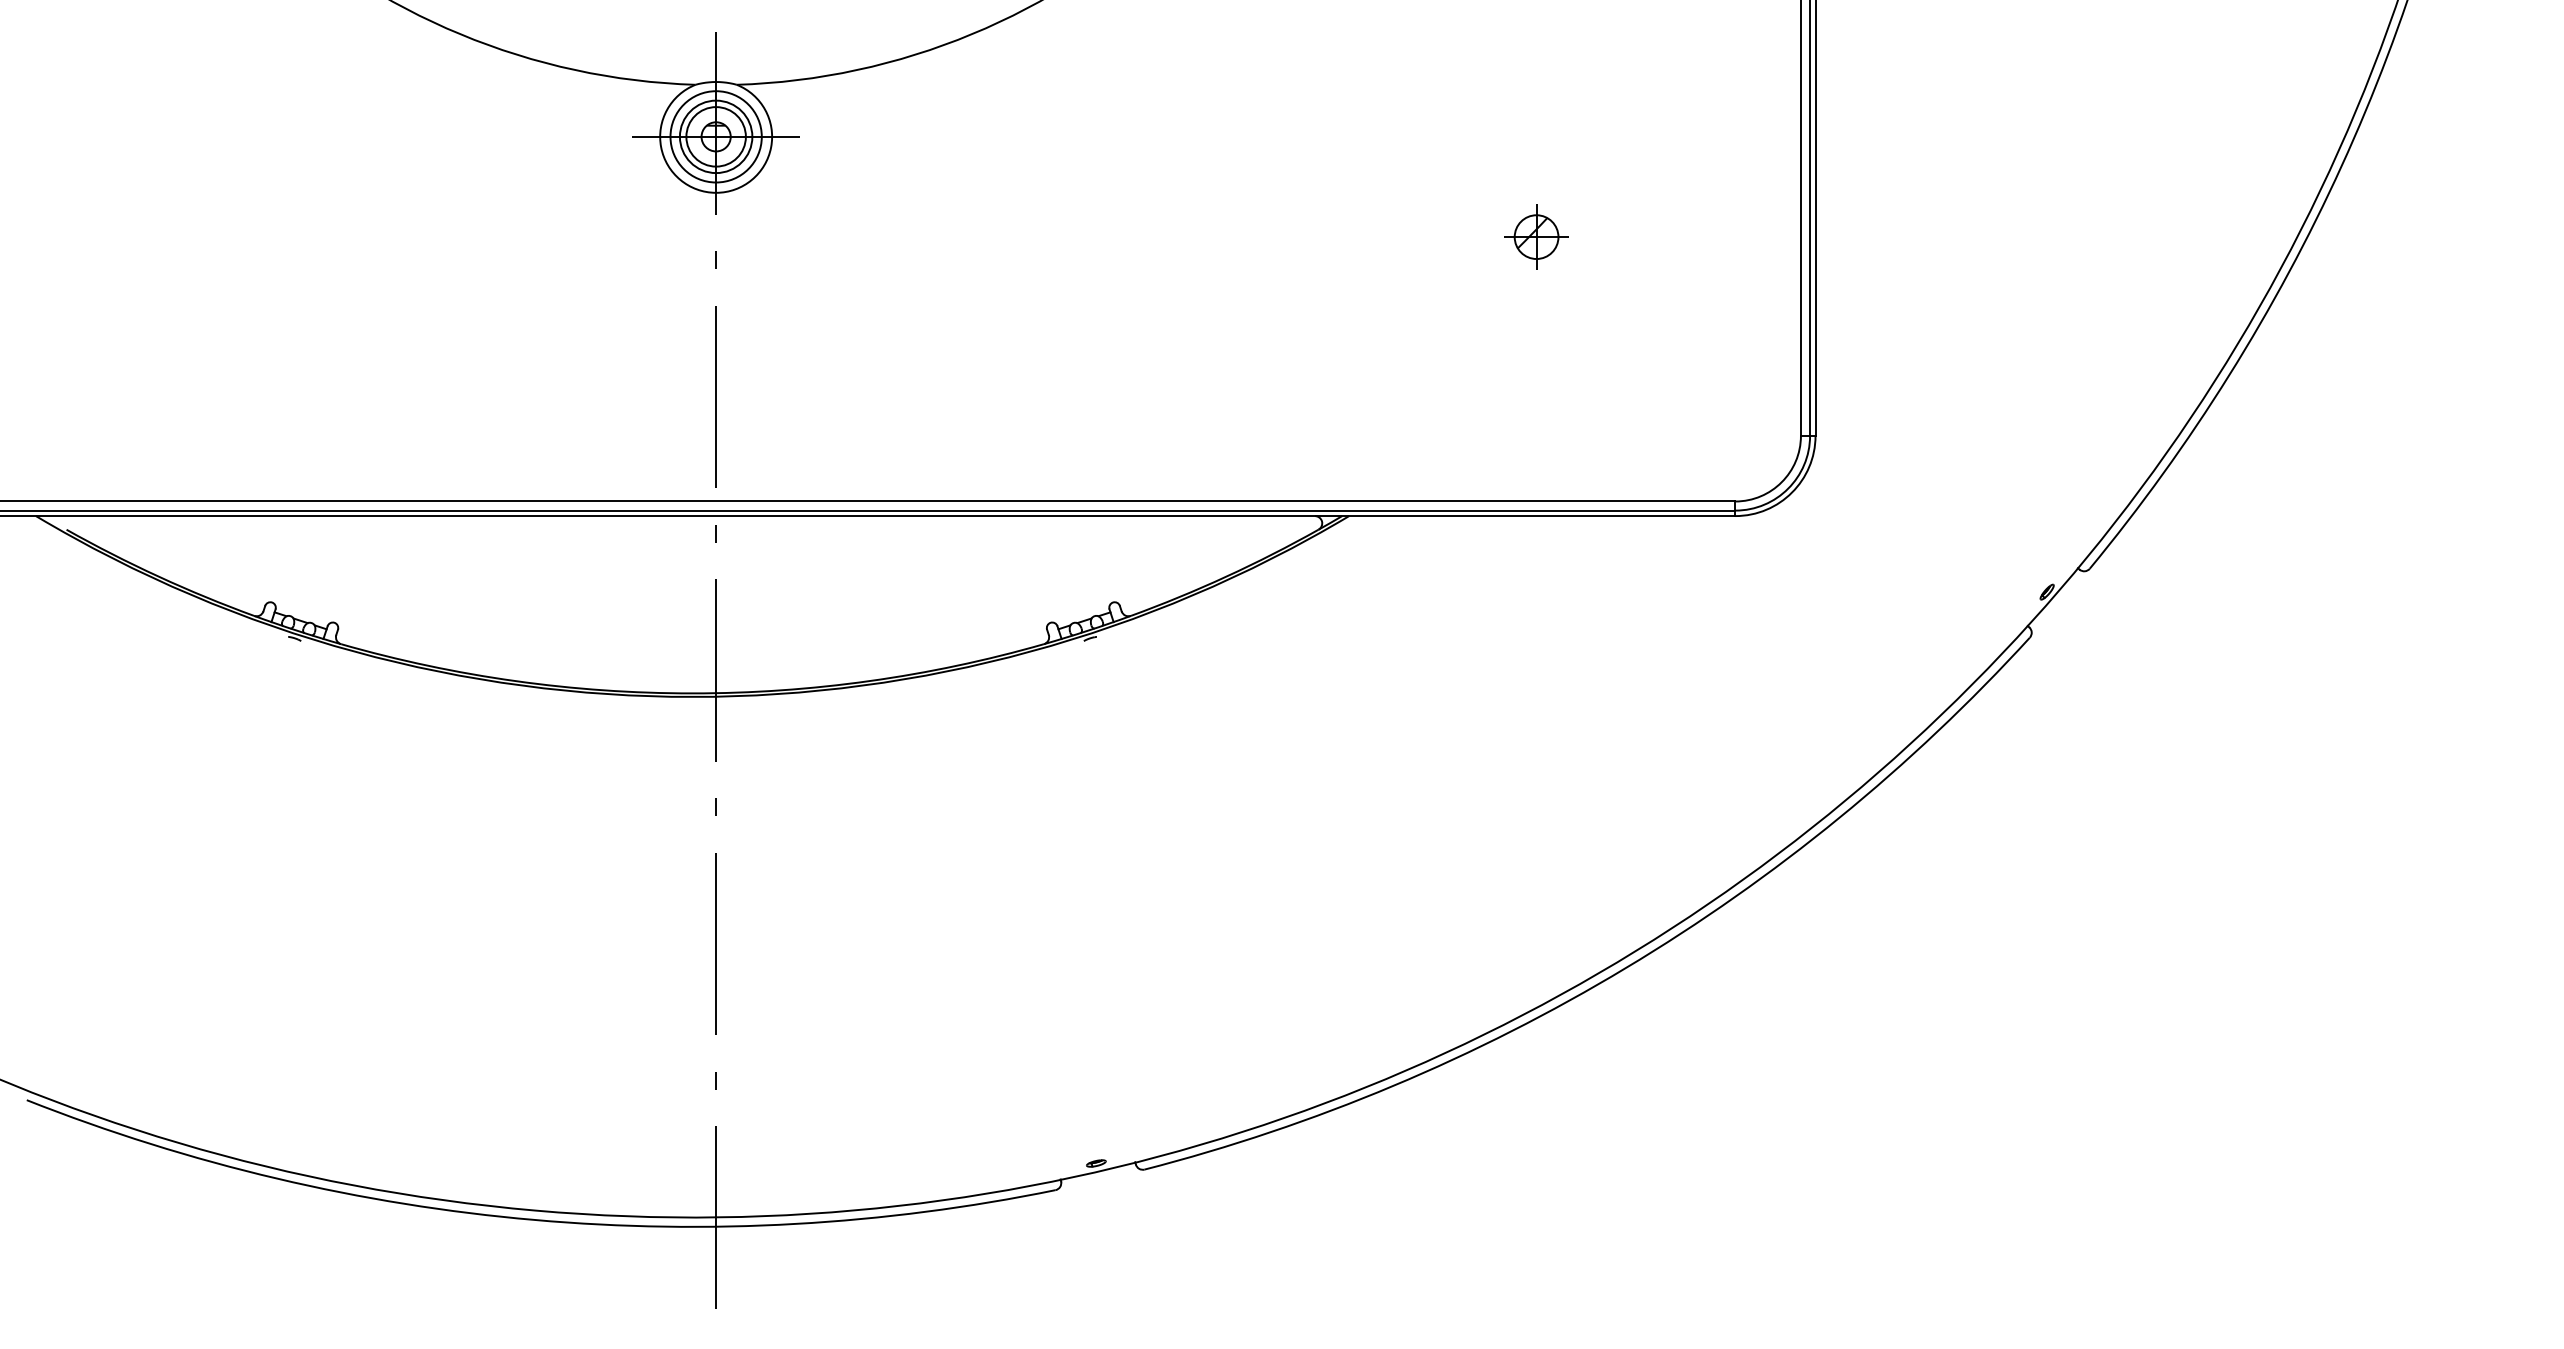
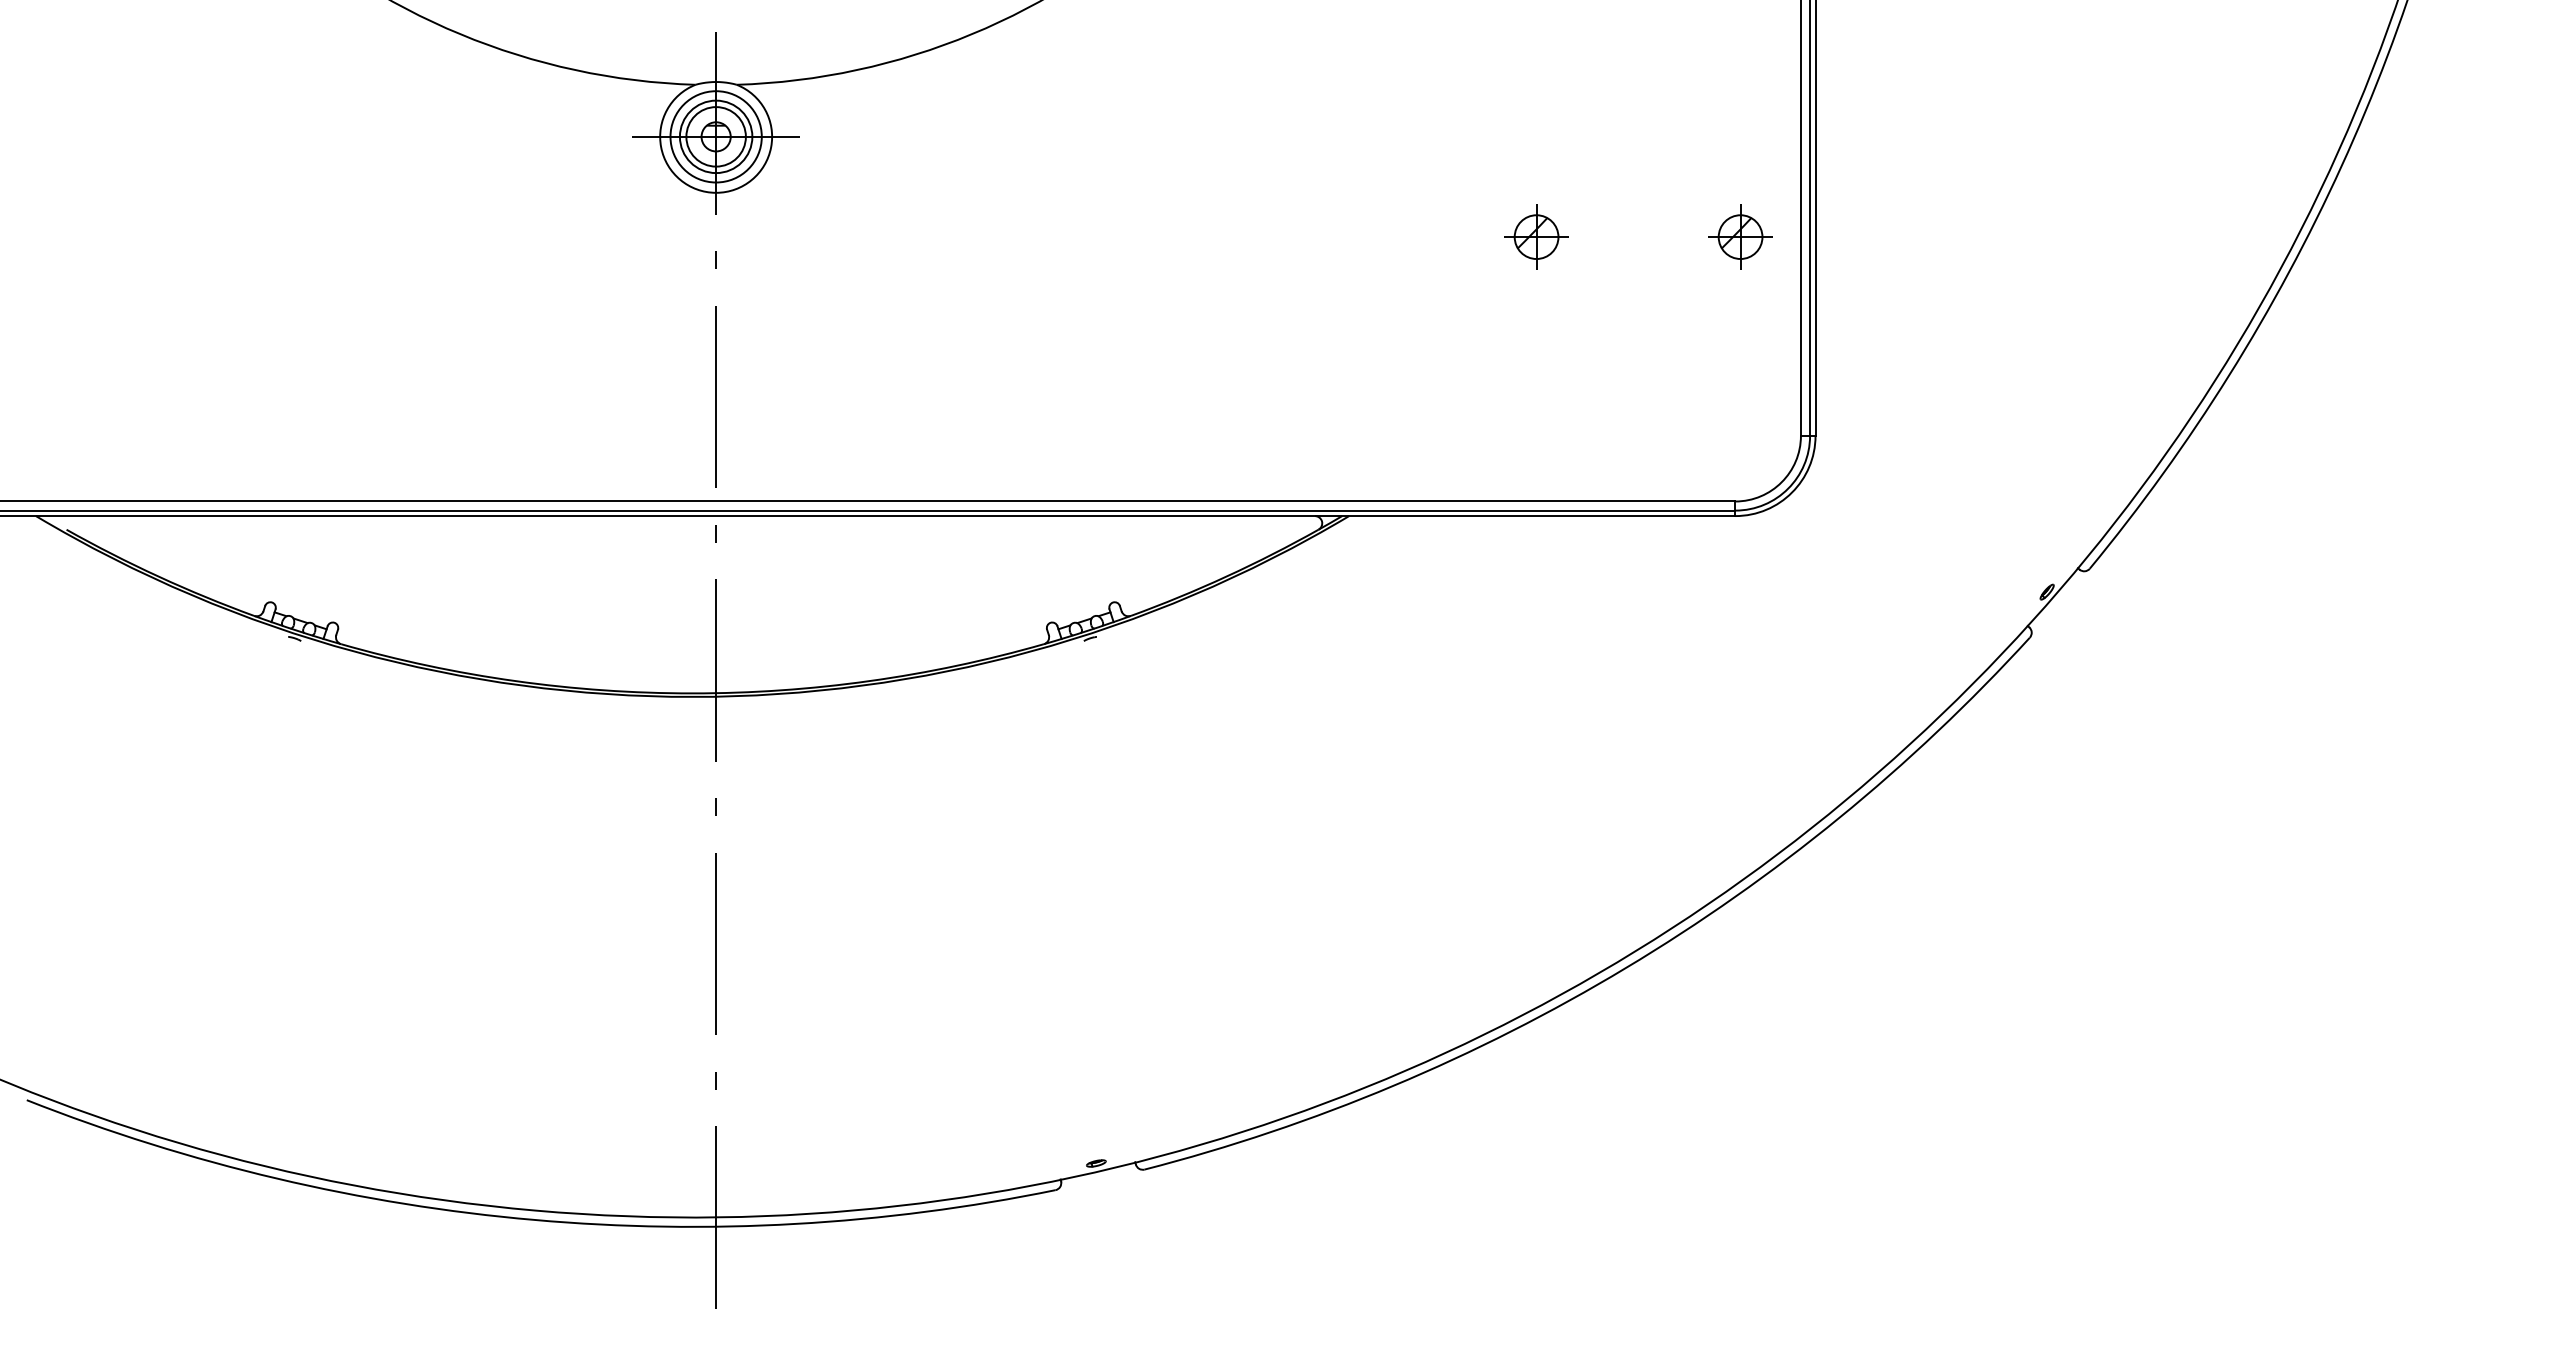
part at (1740, 236): none -> present
